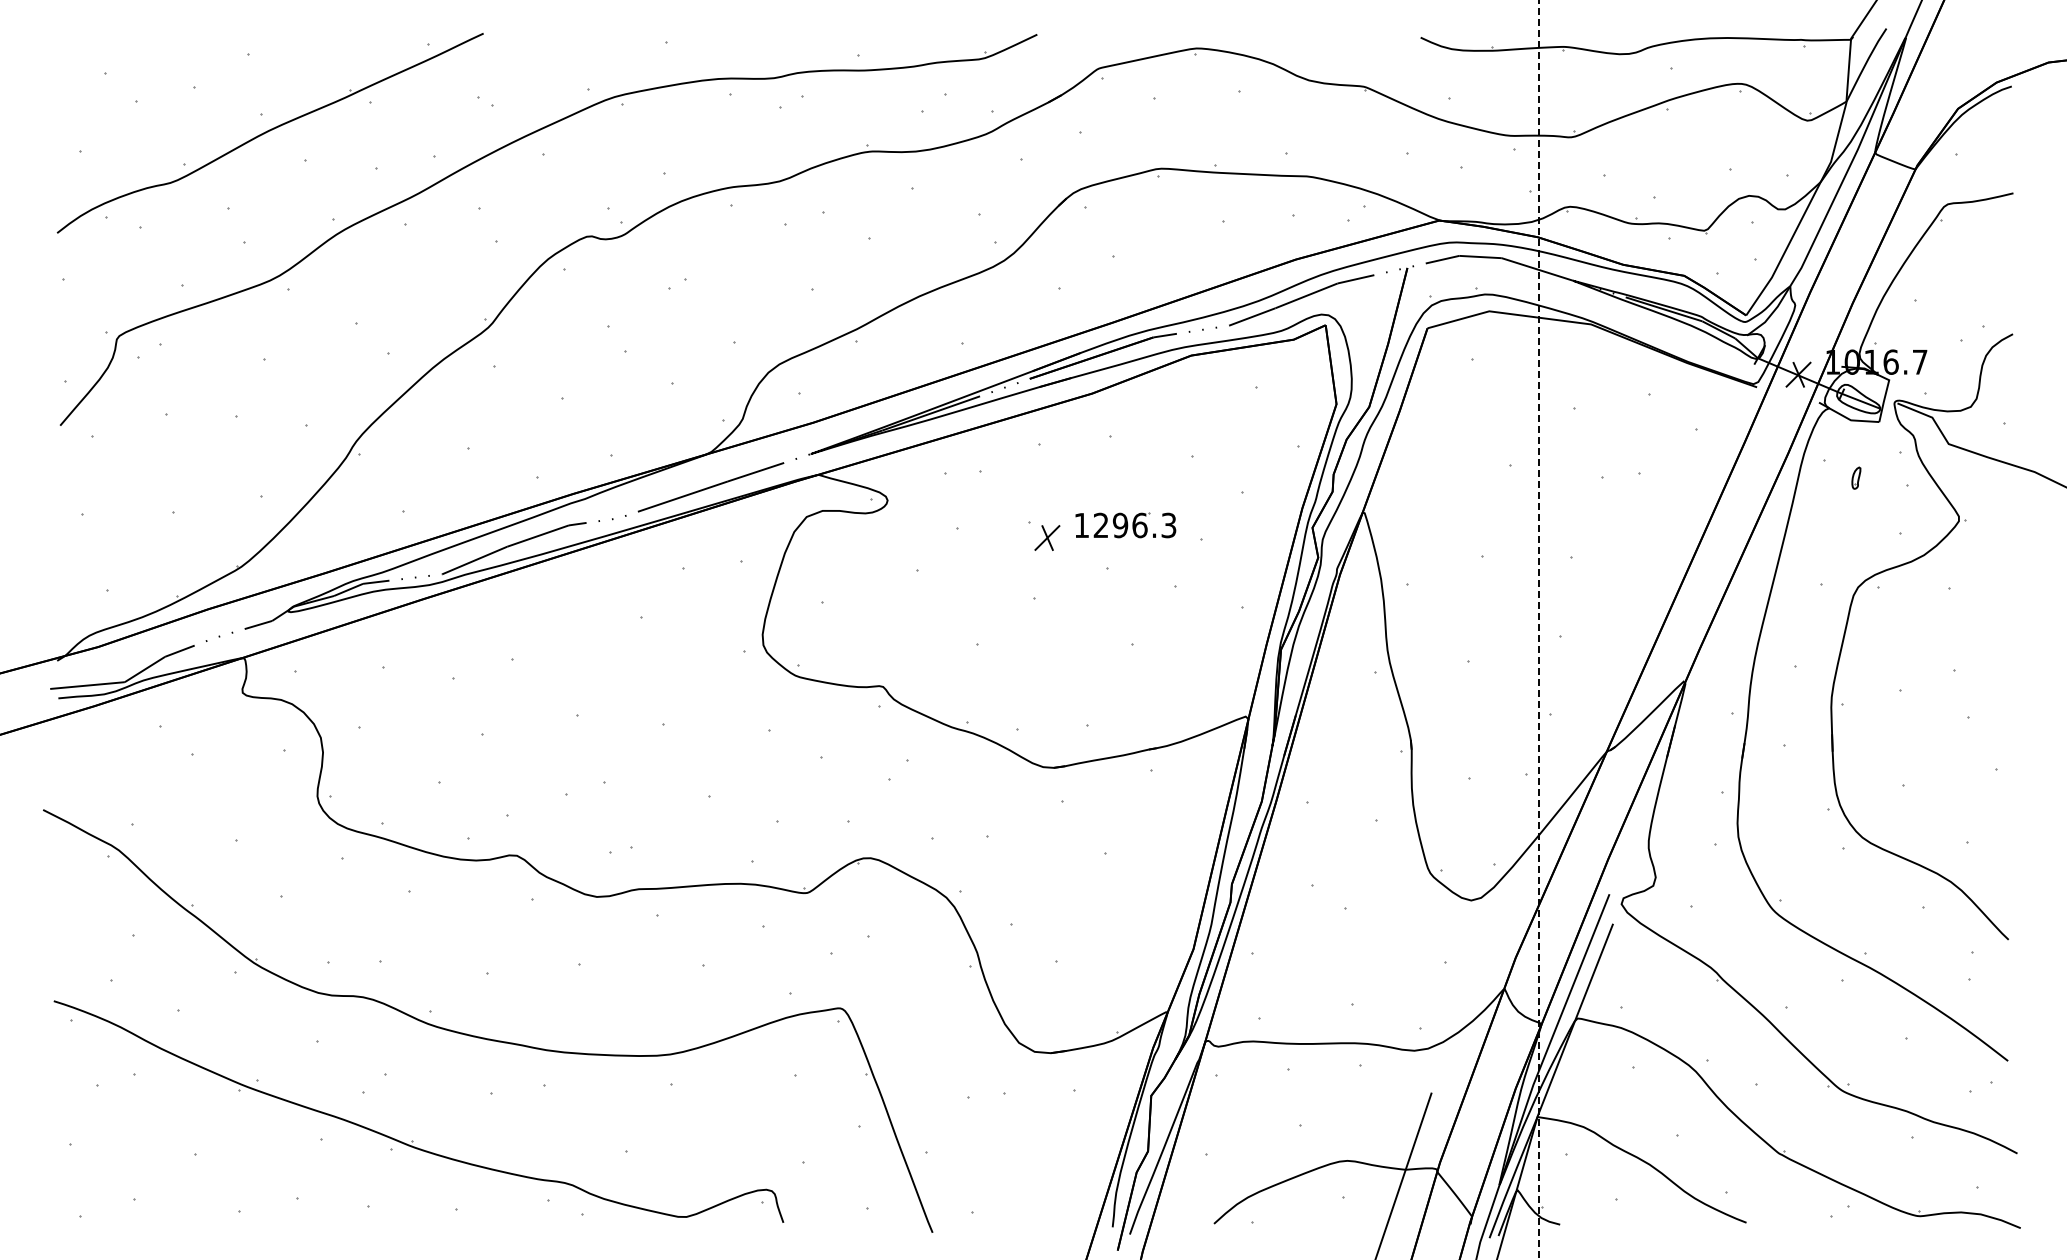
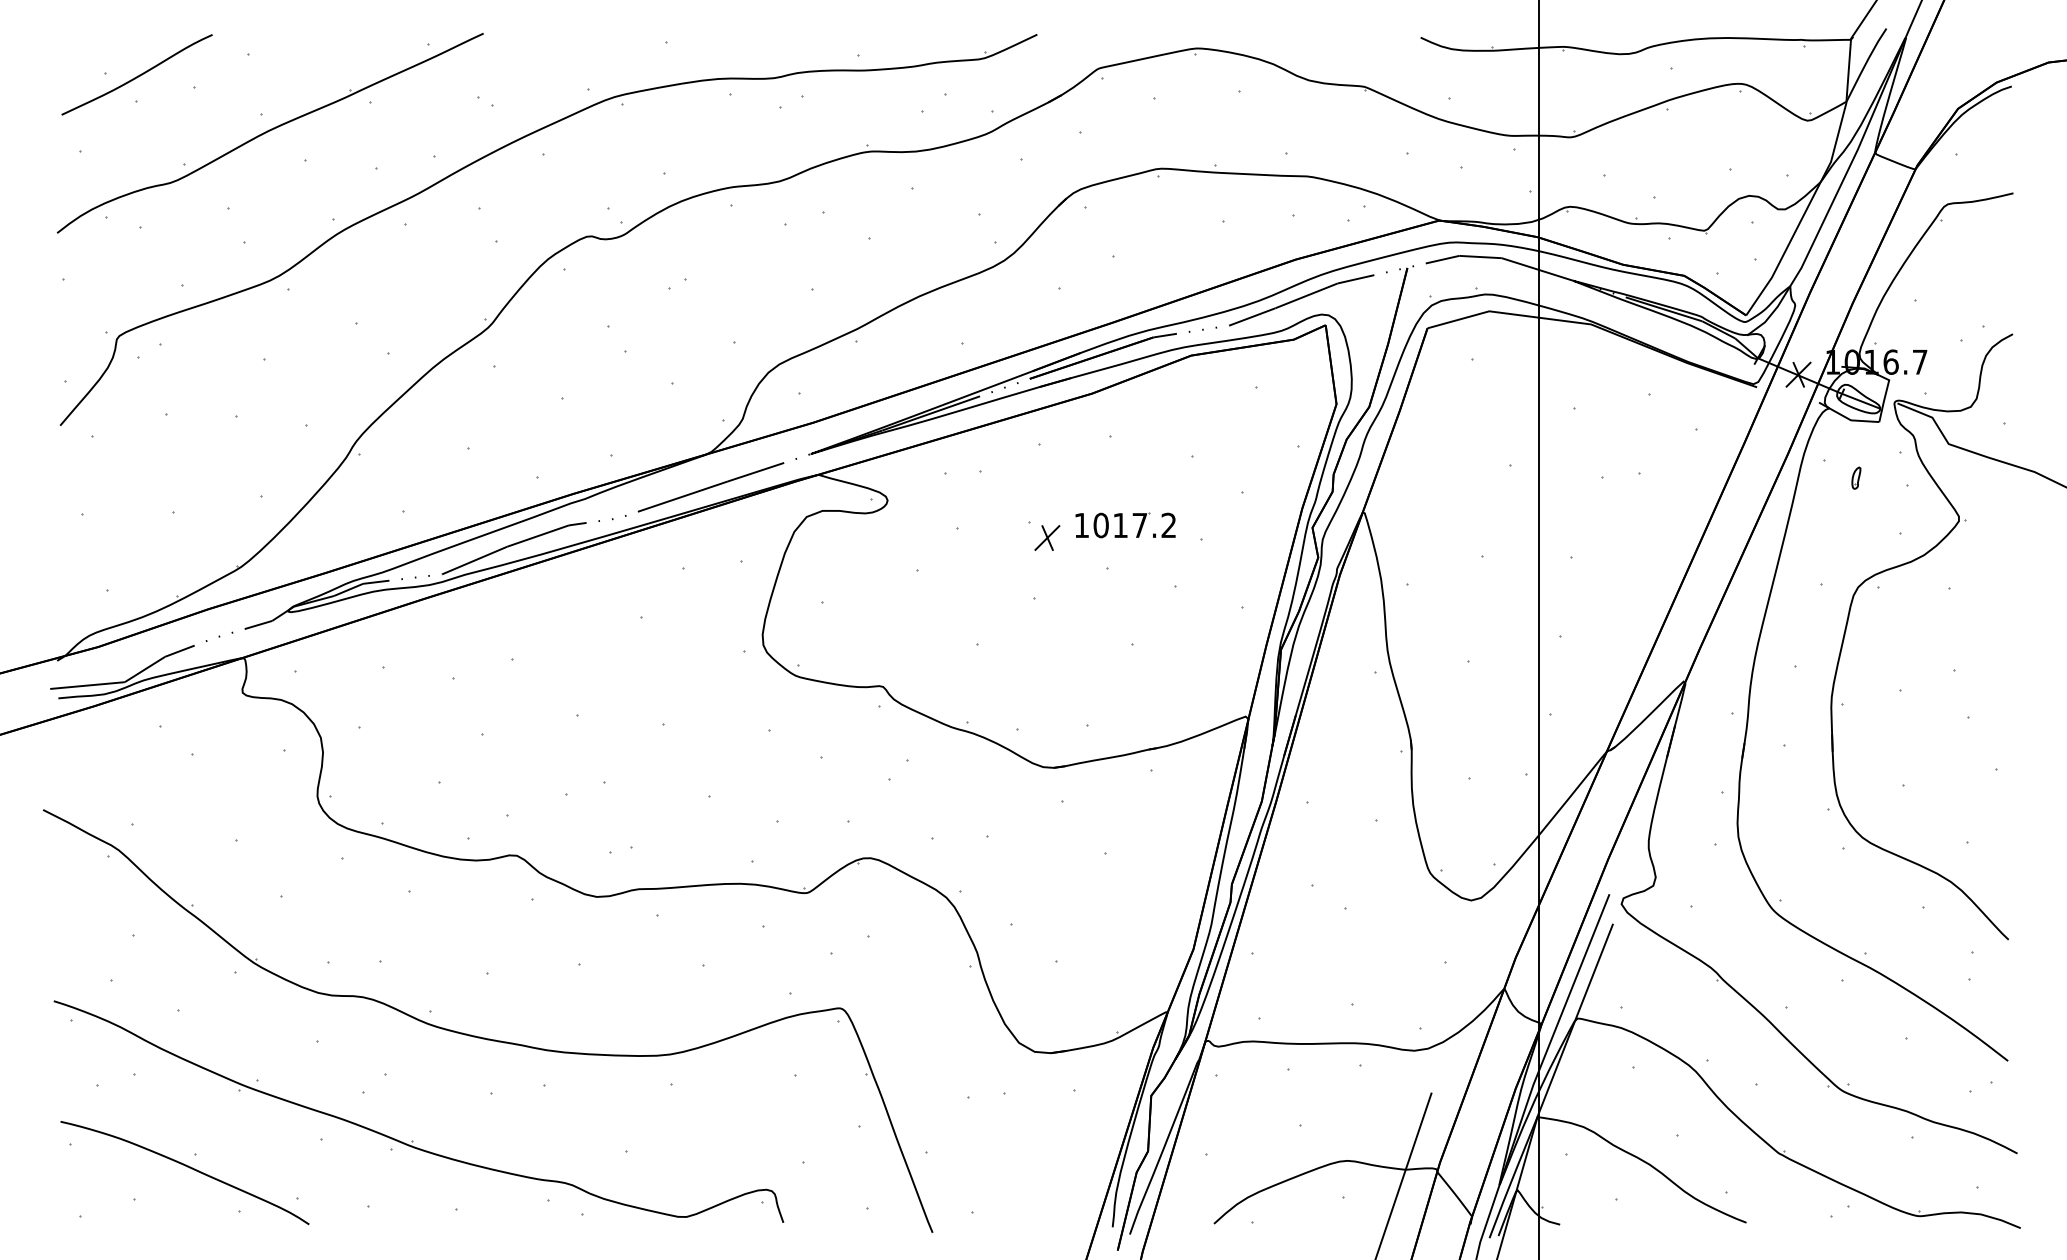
curve at (137, 75): none -> present
text at (1134, 525): 1296.3 -> 1017.2
line at (1538, 629): dashed -> solid
curve at (187, 1167): none -> present
